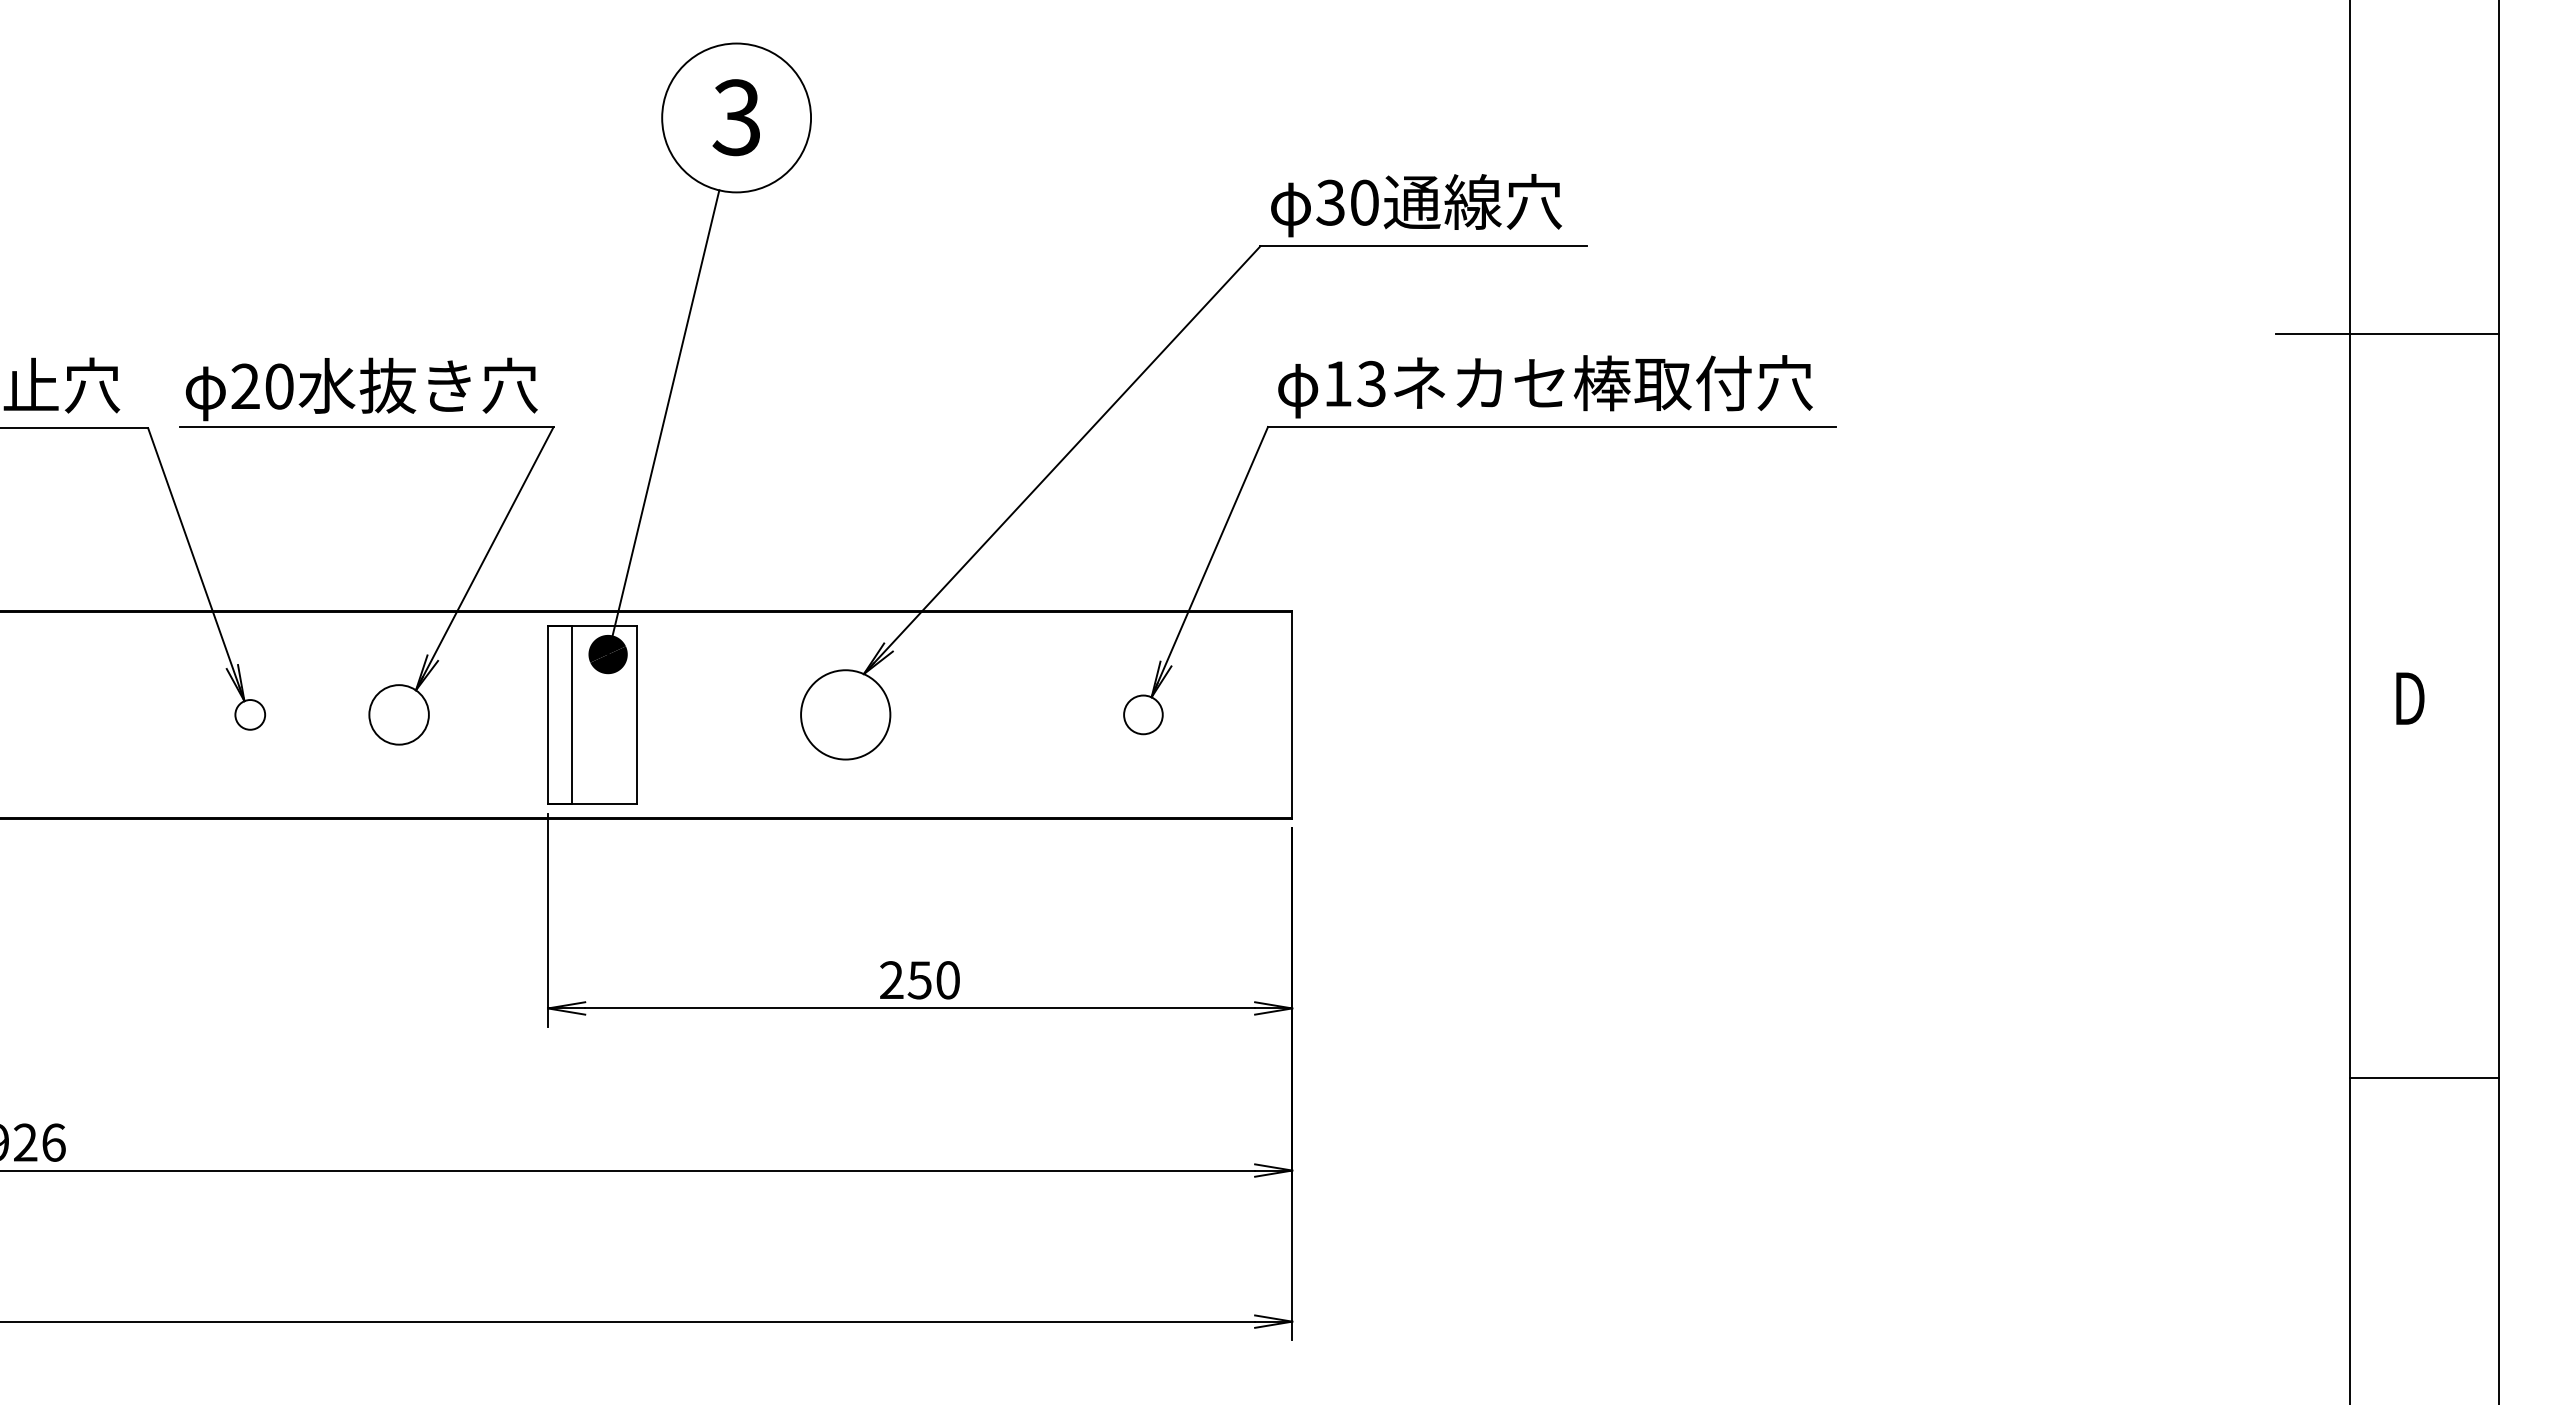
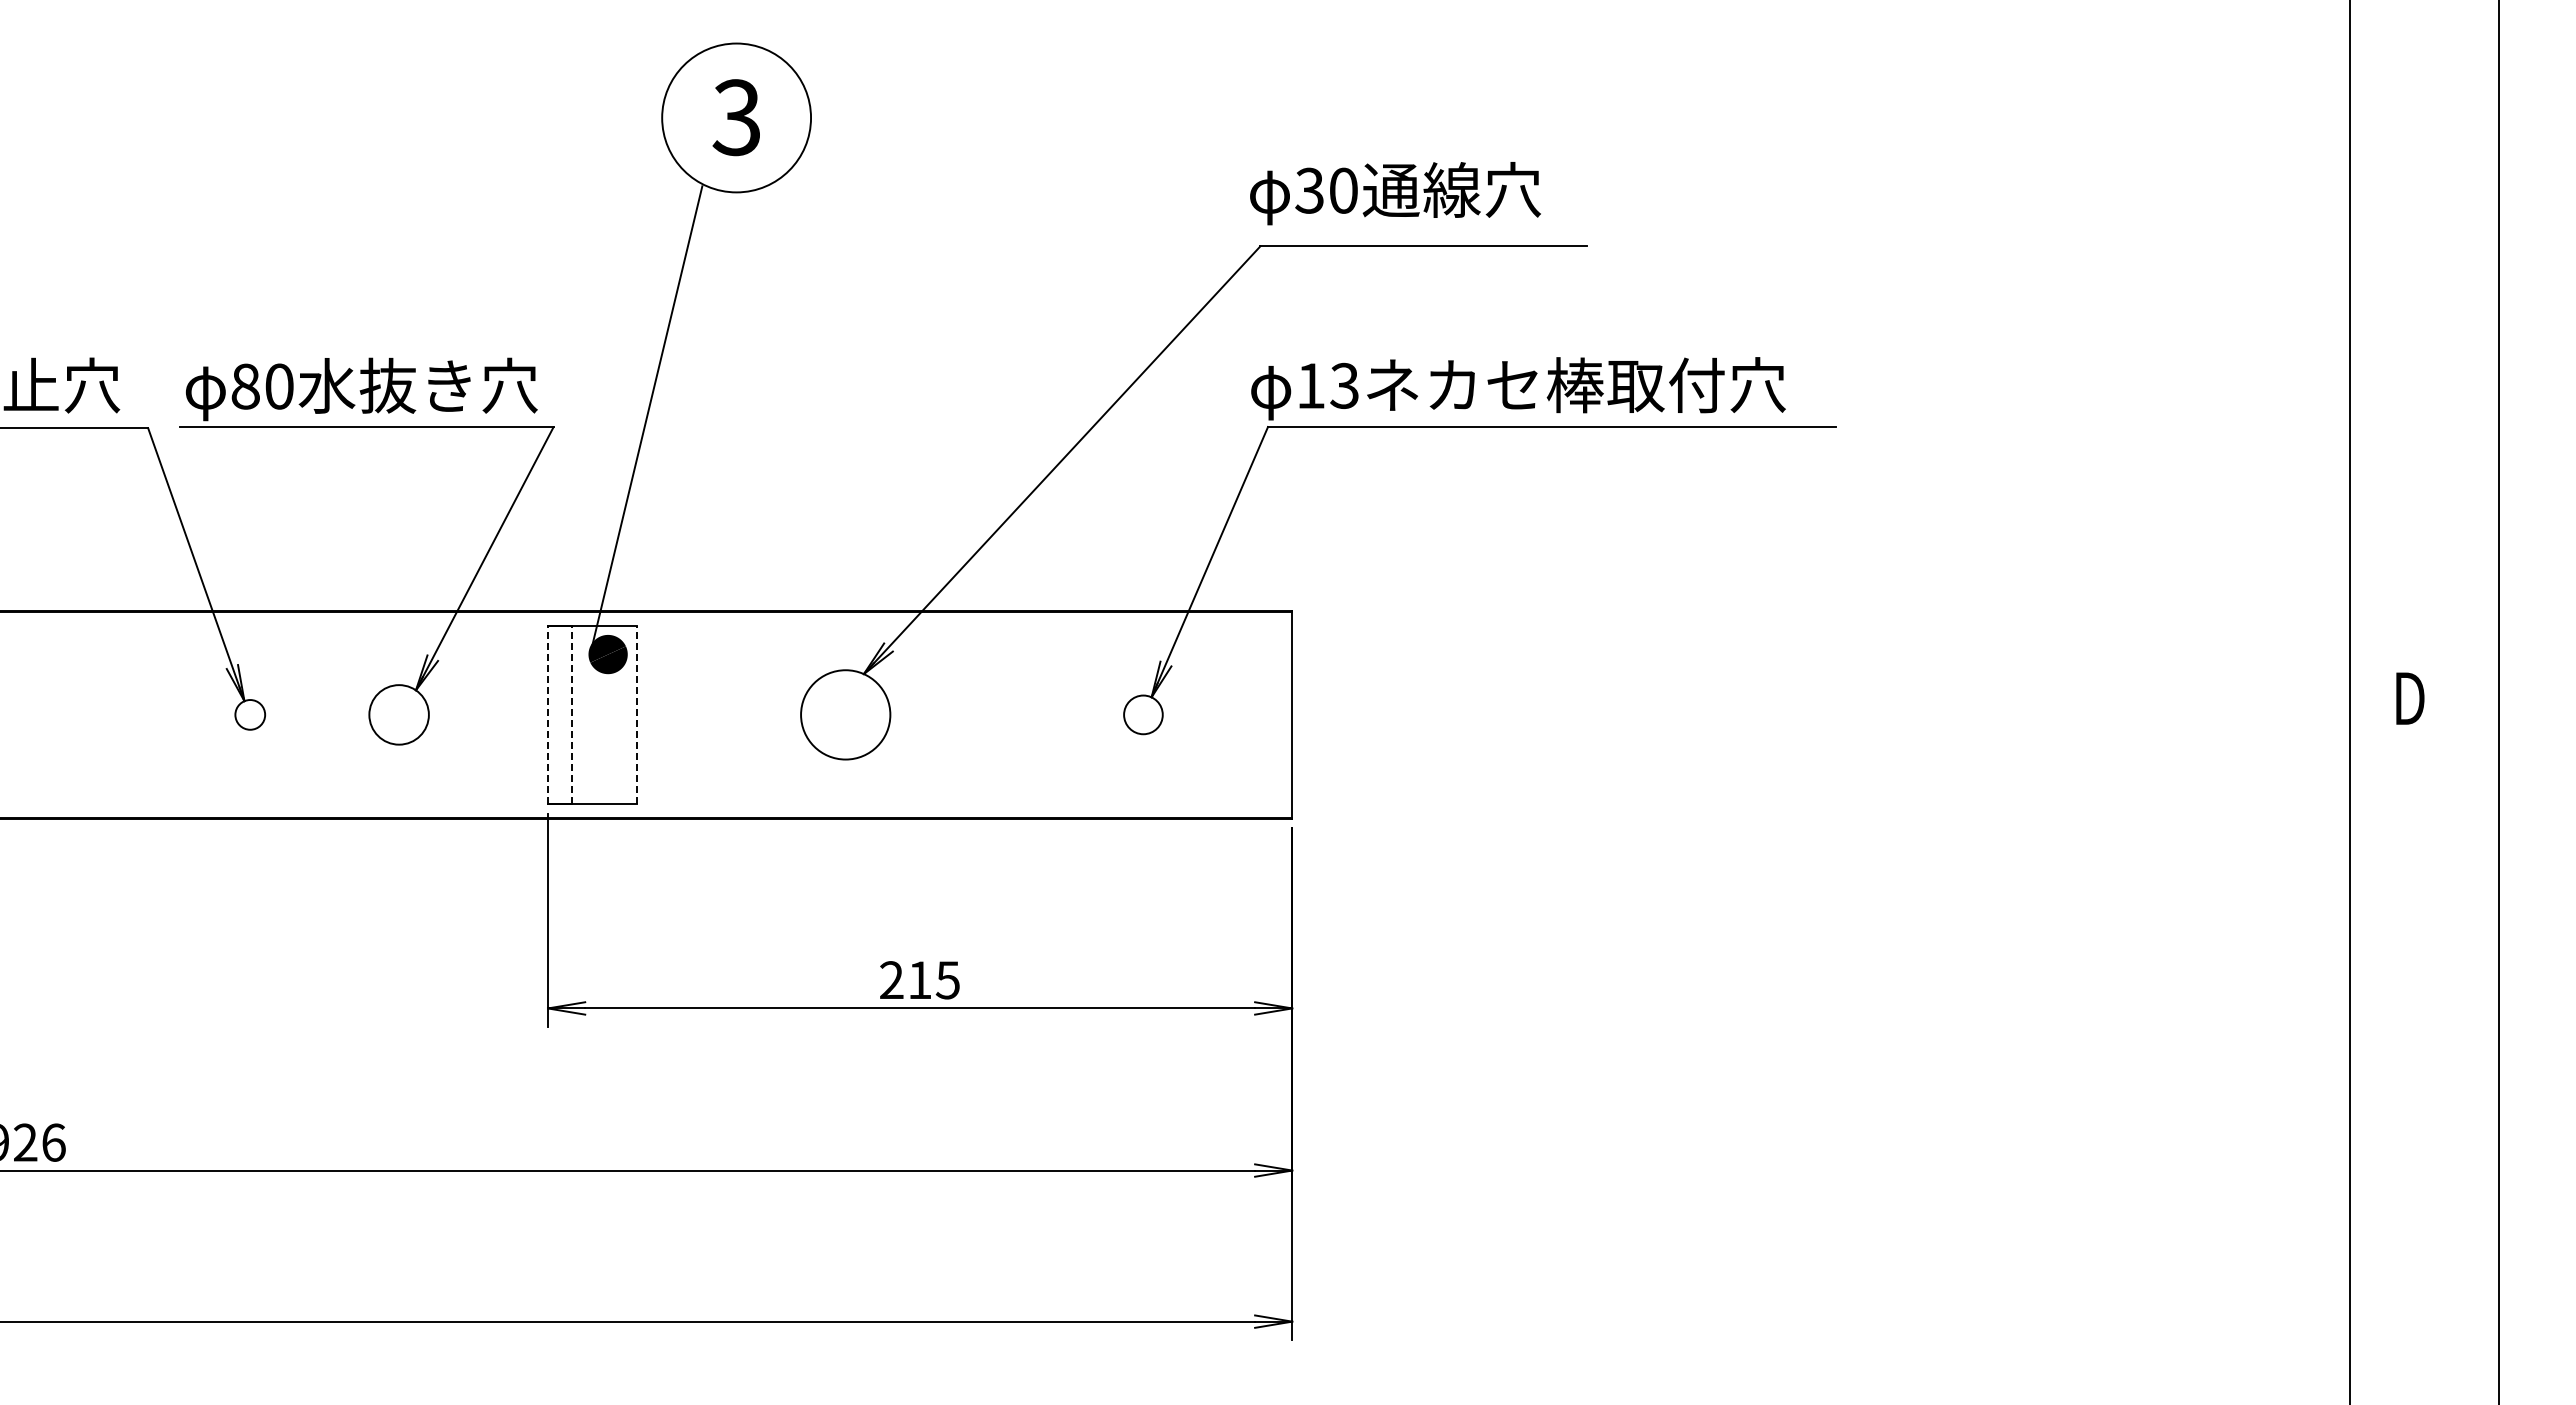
text at (1416, 205) position: (1416, 205) -> (1395, 193)
line at (2386, 333): present -> none
text at (245, 386): 20 -> 80
text at (1545, 386) position: (1545, 386) -> (1518, 388)
line at (663, 422) position: (663, 422) -> (646, 418)
line at (548, 714): solid -> dashed
line at (571, 714): solid -> dashed
line at (637, 714): solid -> dashed
text at (933, 980): 250 -> 215
line at (2423, 1078): present -> none
